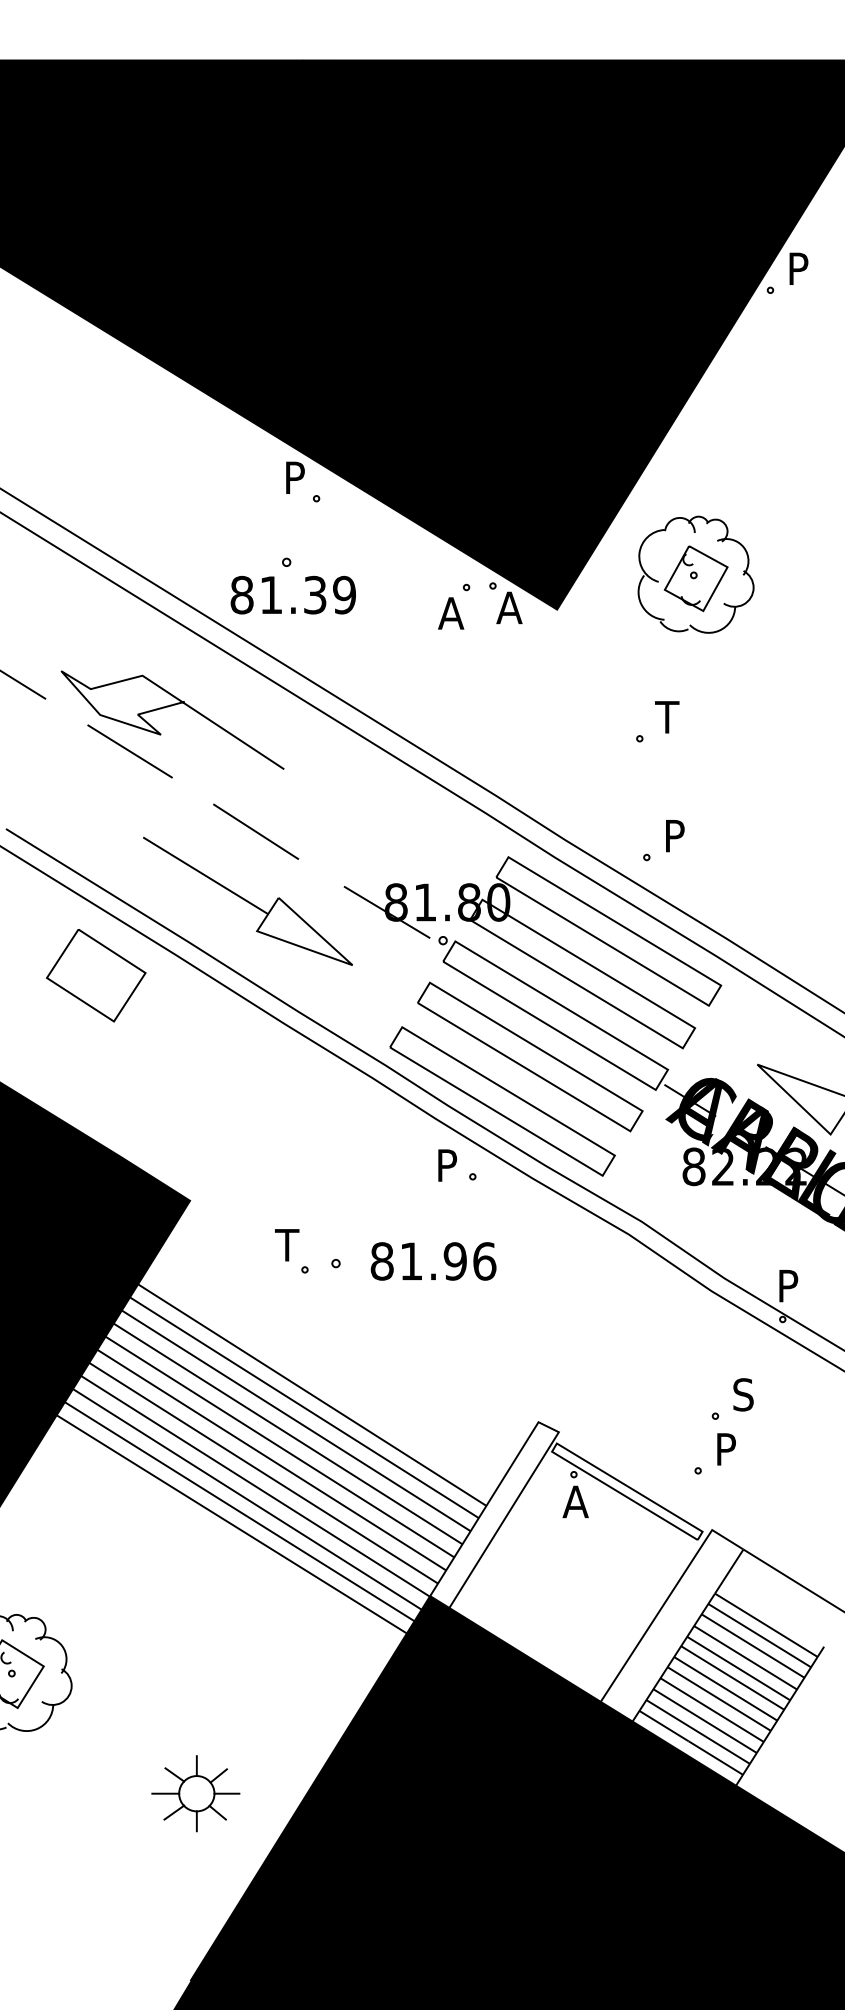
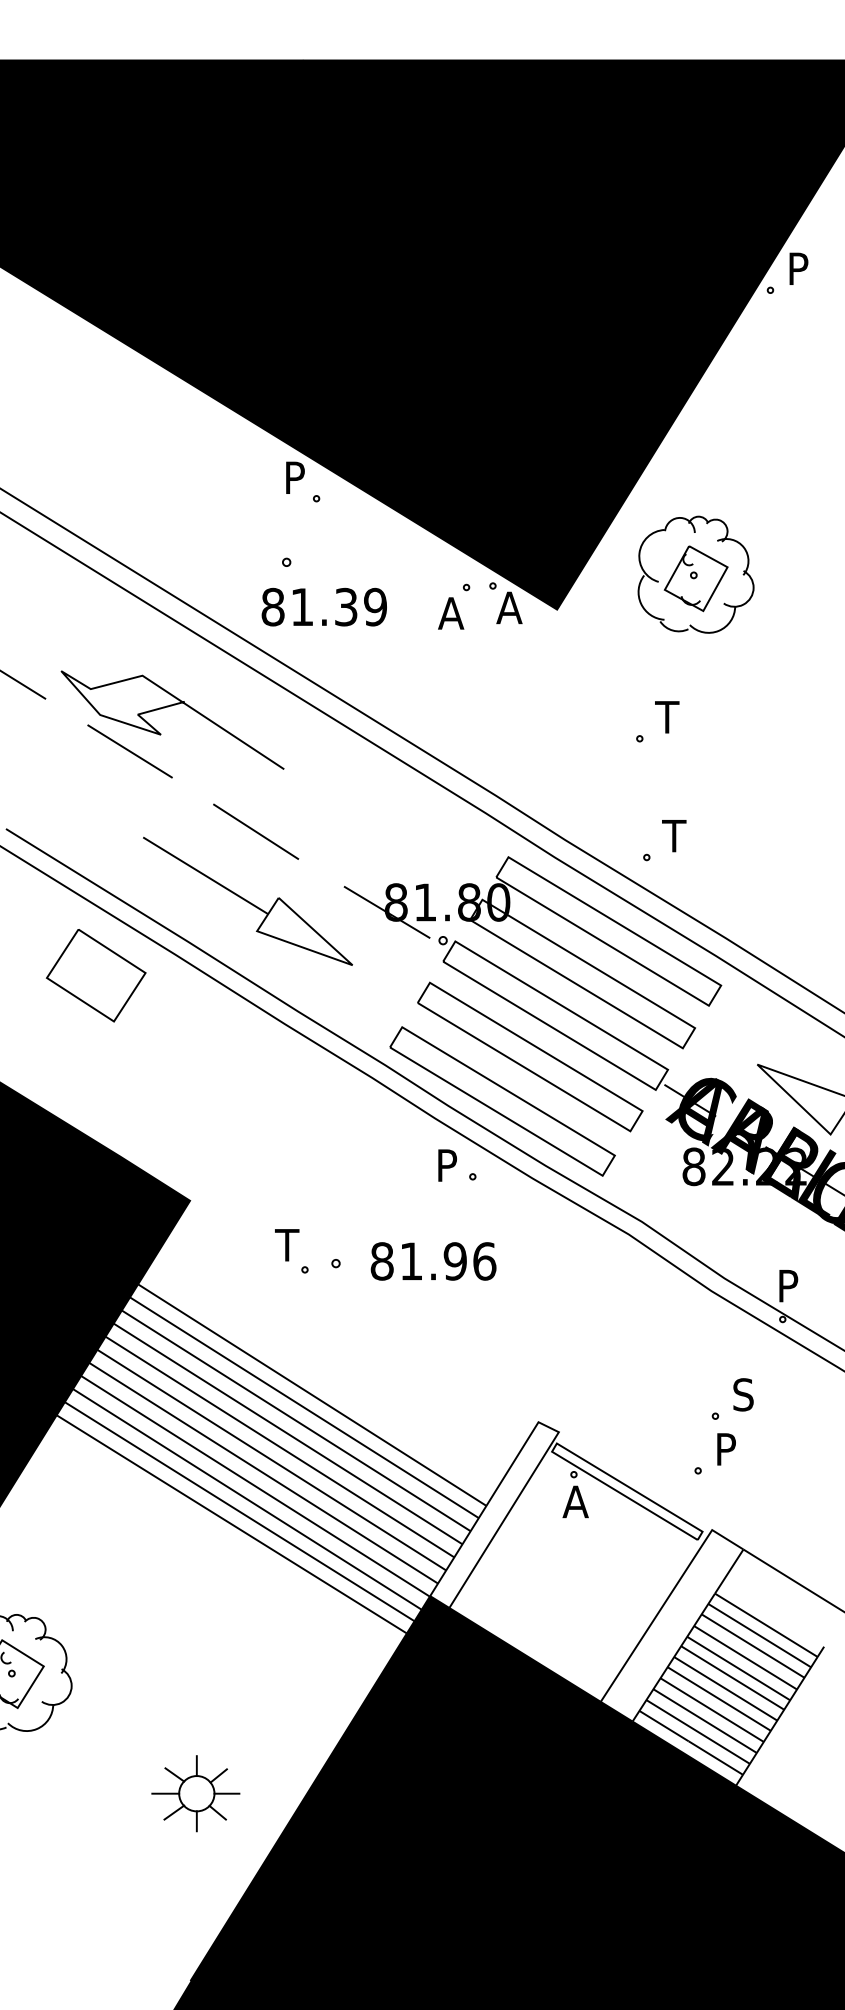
text at (292, 594) position: (292, 594) -> (323, 606)
text at (674, 836): P -> T
